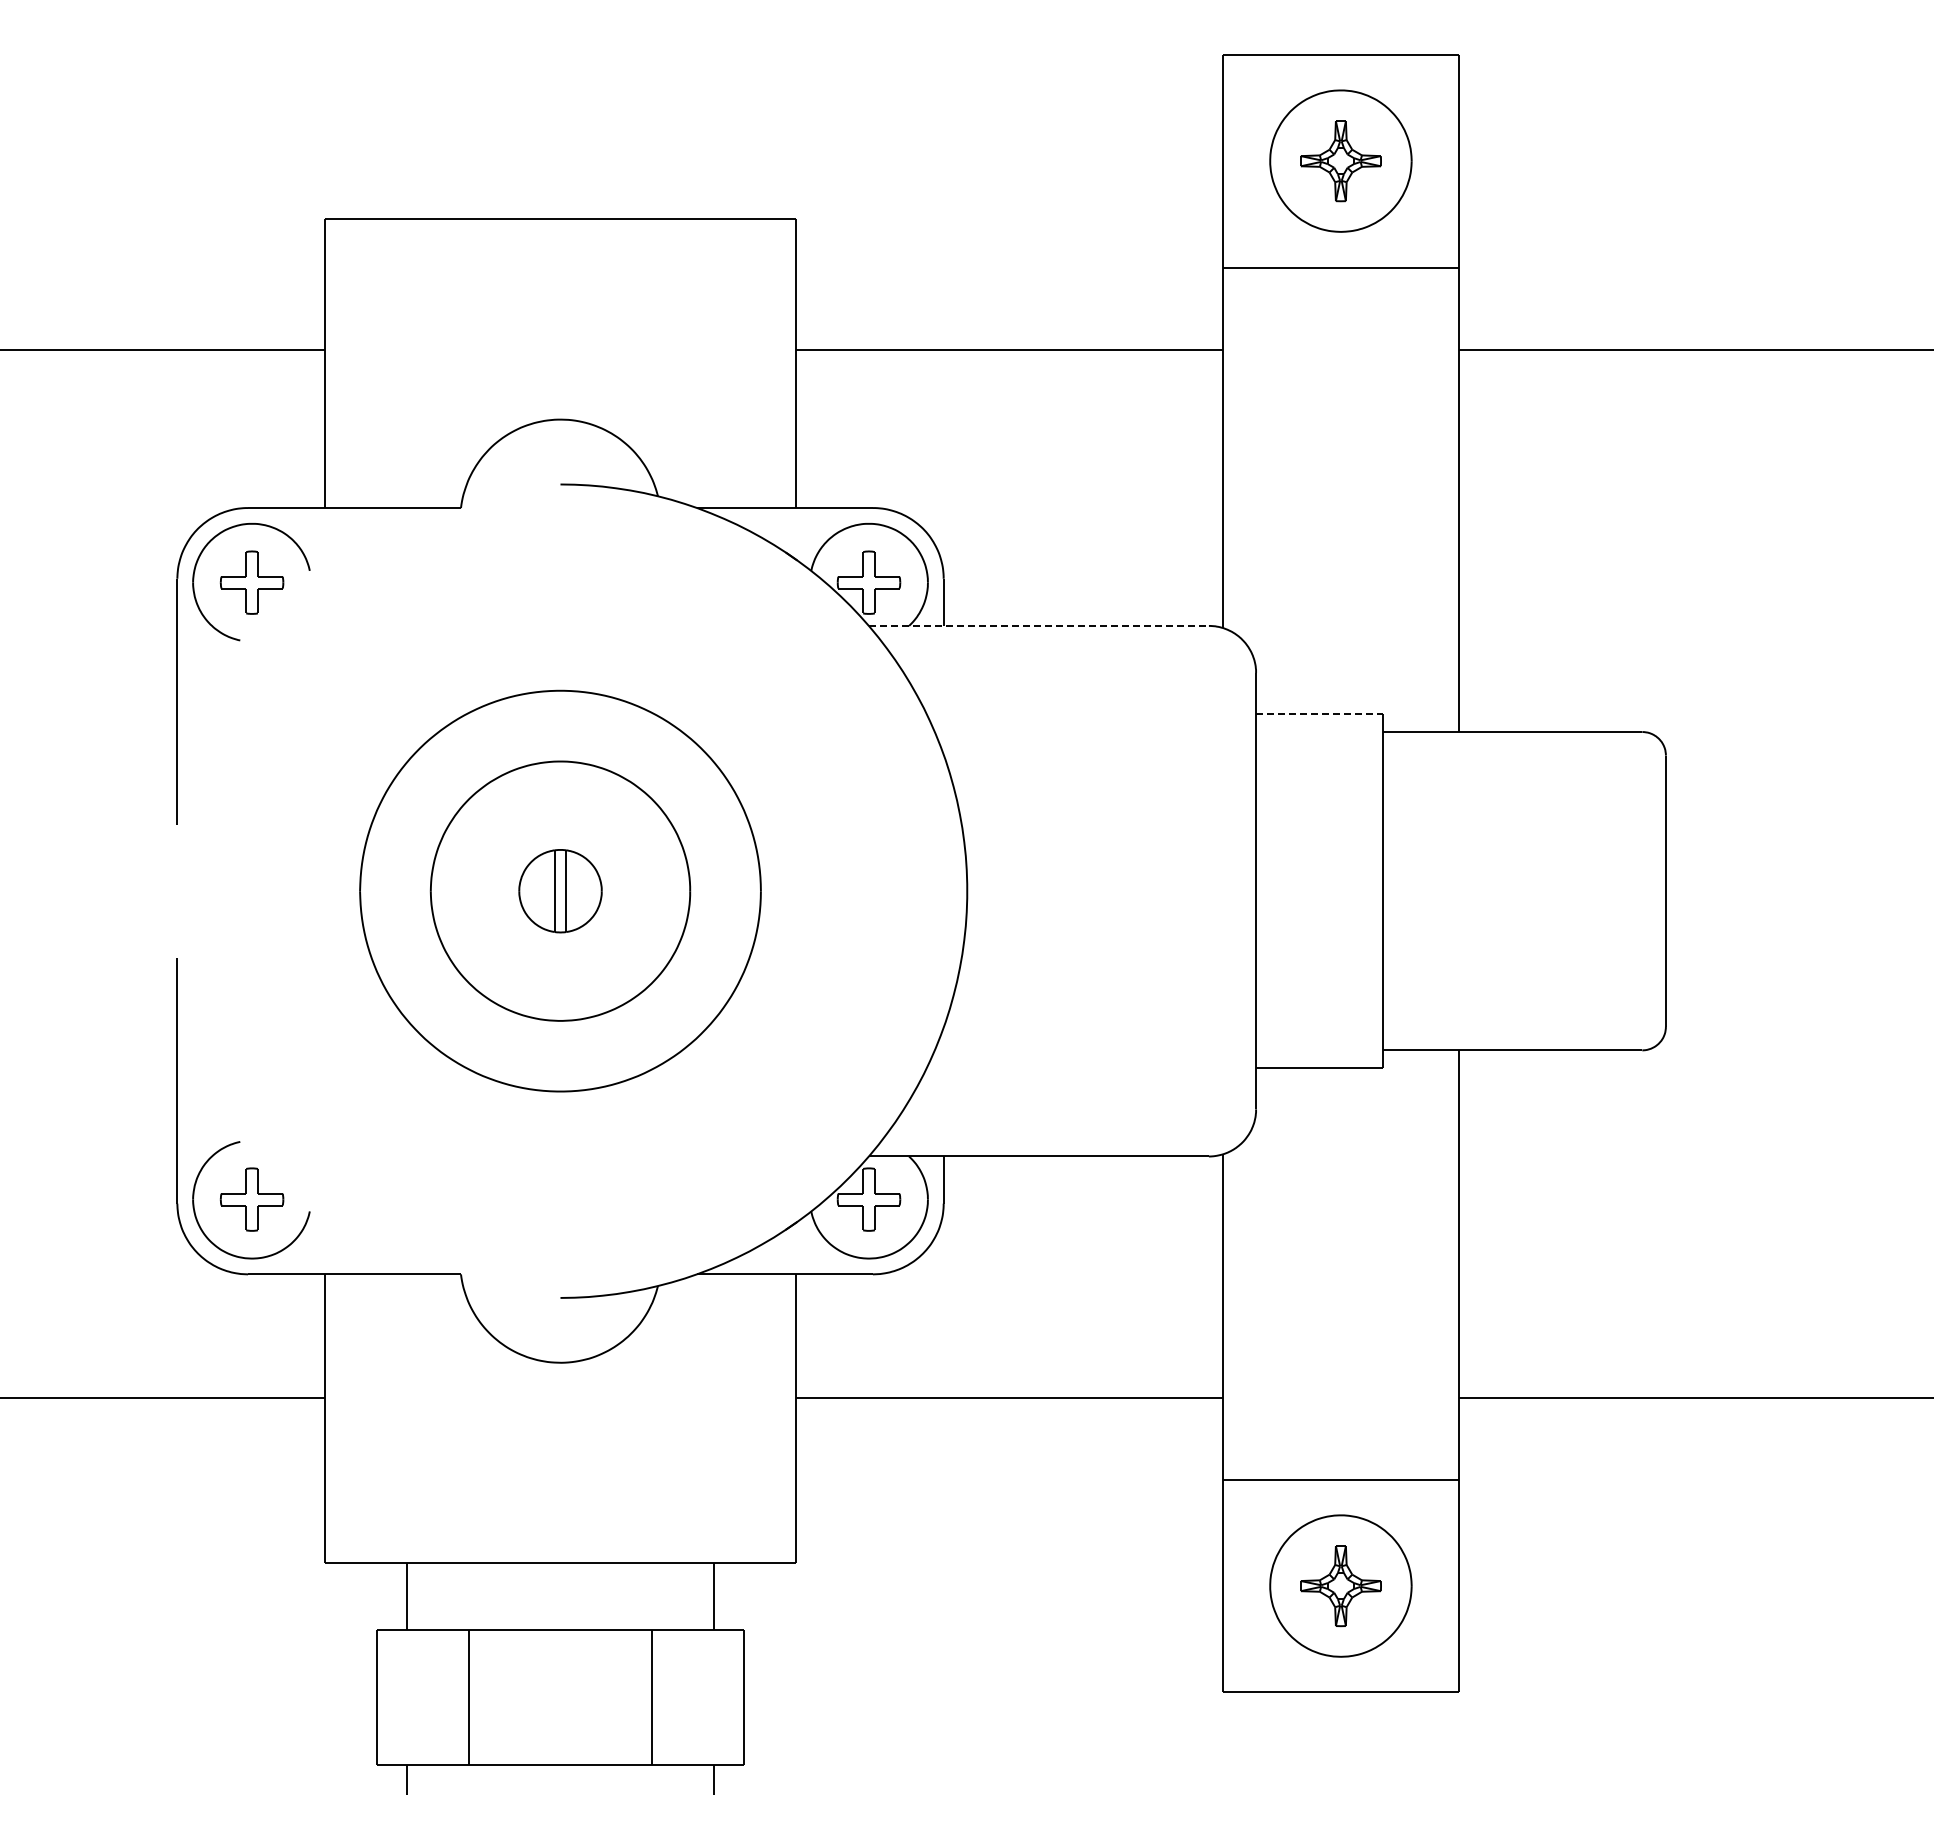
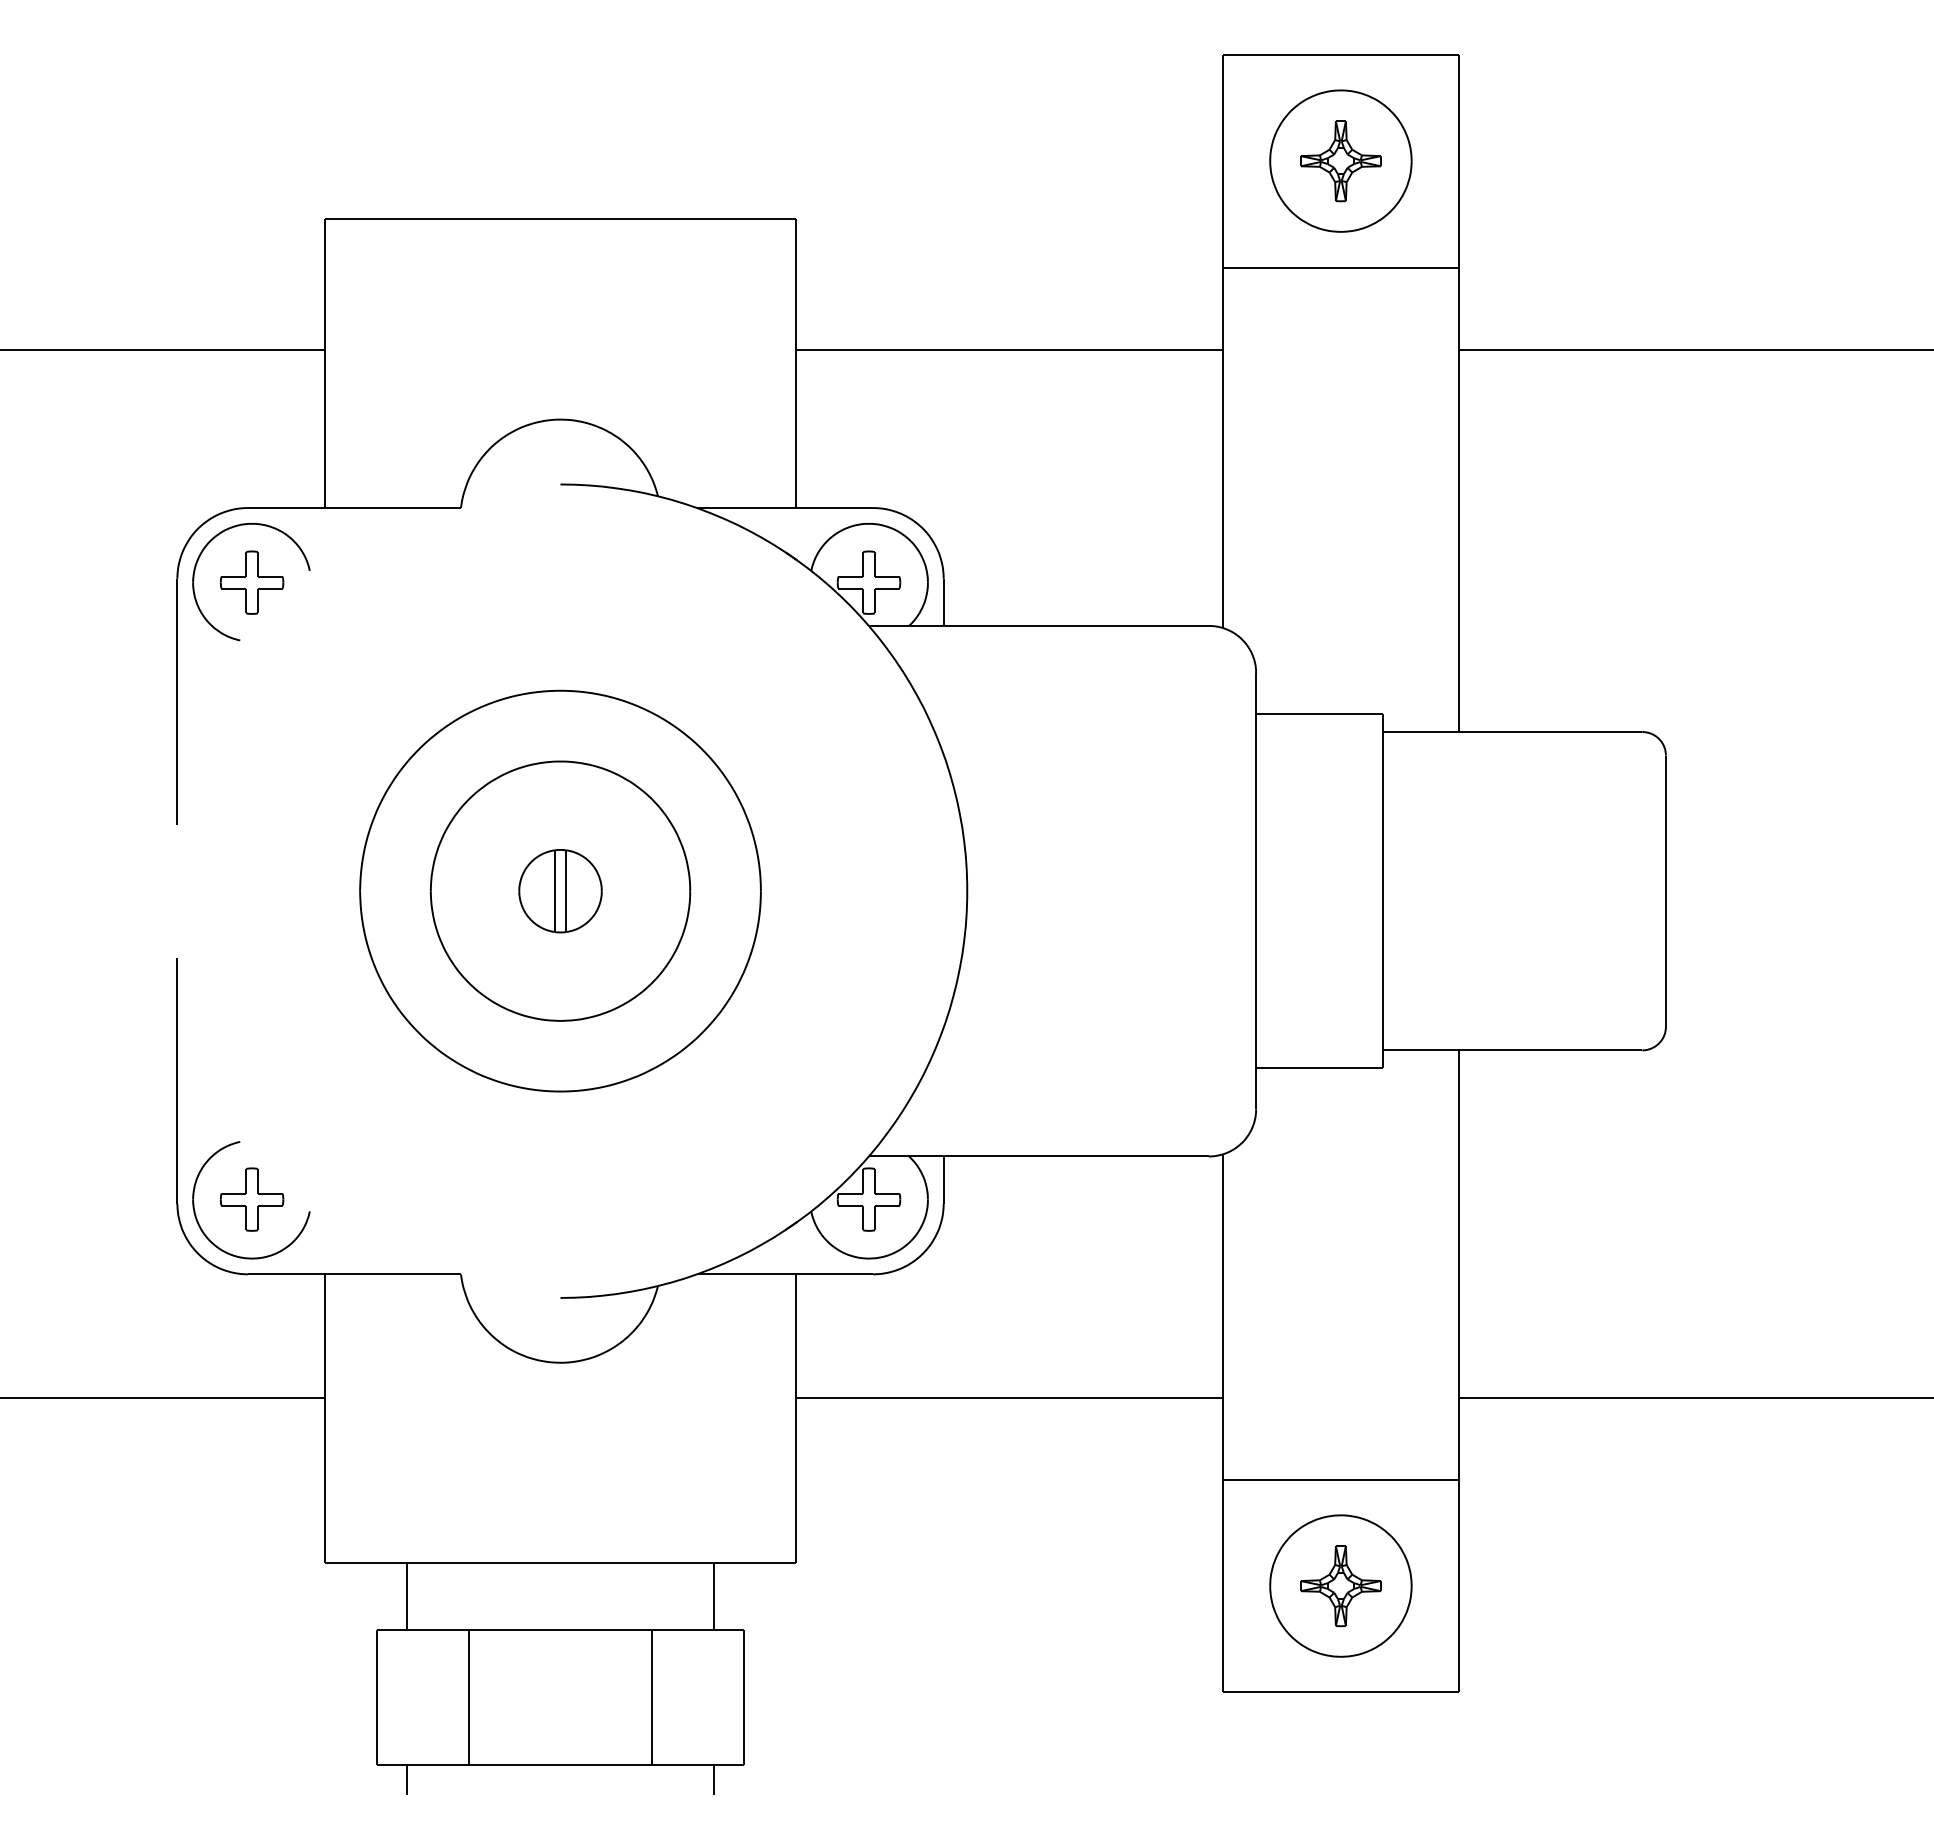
line at (1039, 625): dashed -> solid
line at (1320, 714): dashed -> solid
